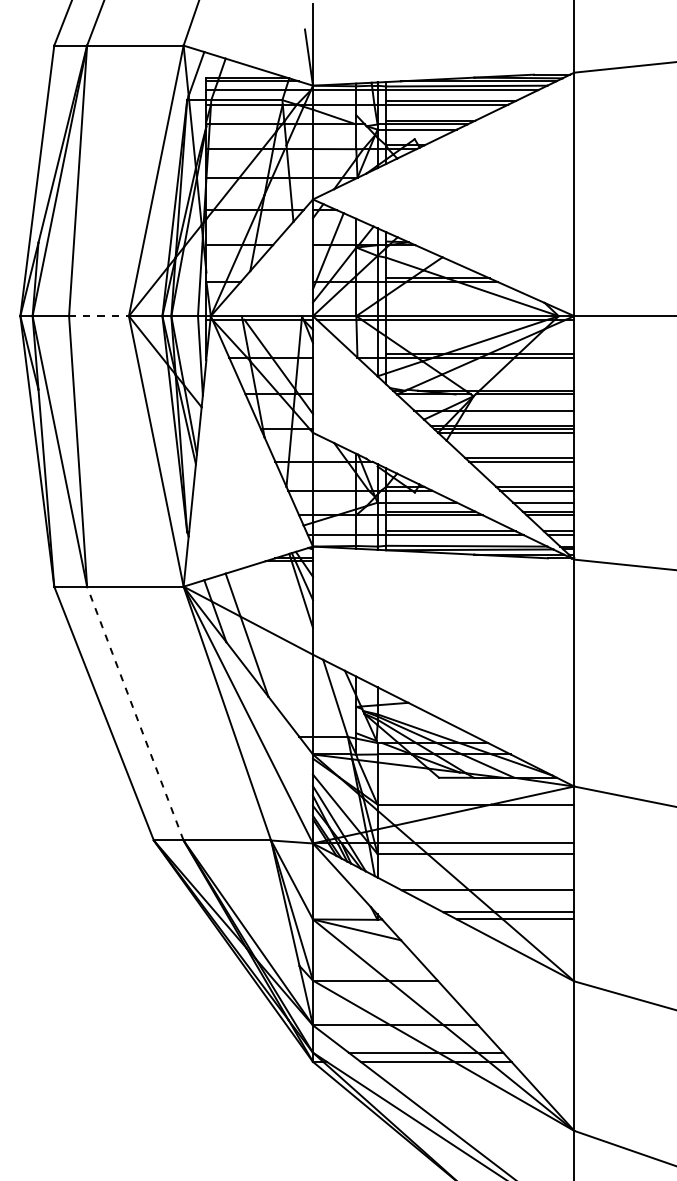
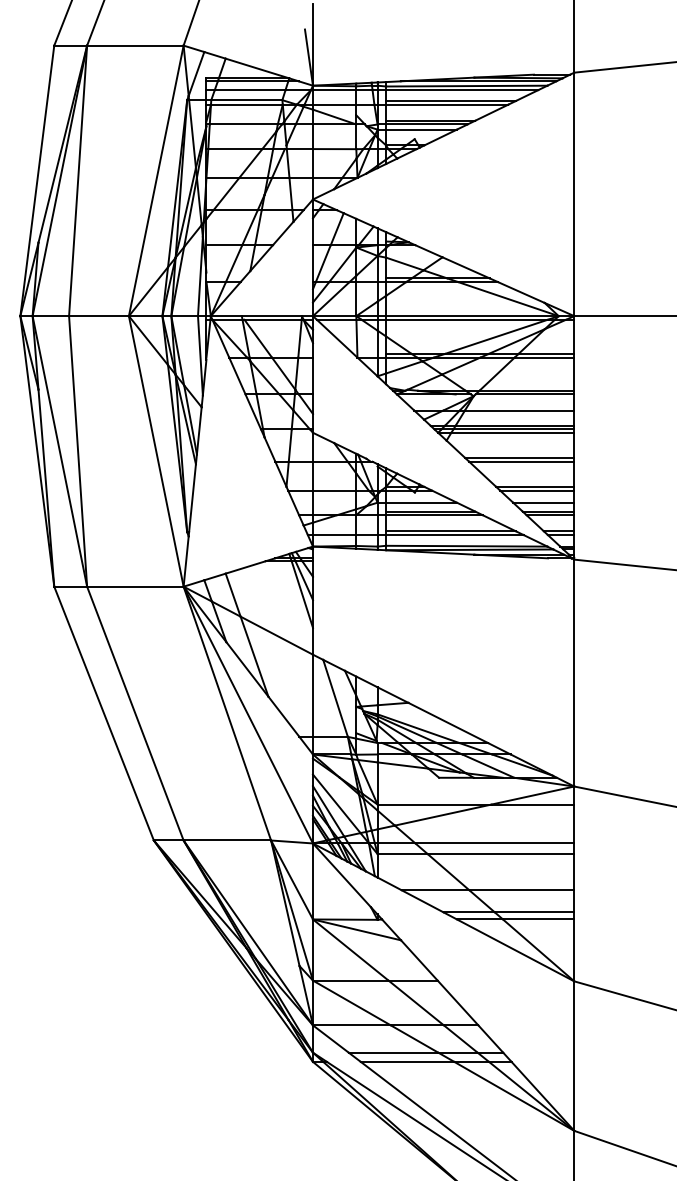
line at (99, 316): dashed -> solid
line at (135, 713): dashed -> solid
